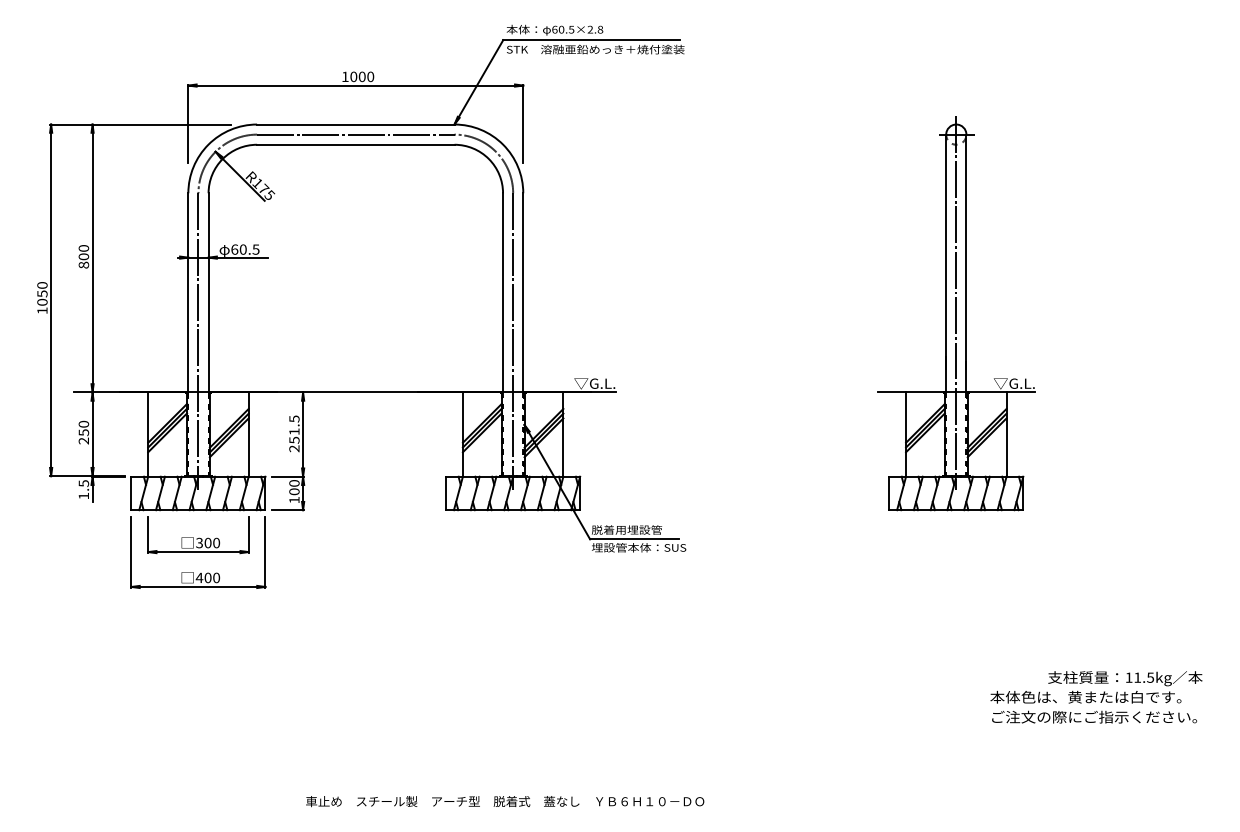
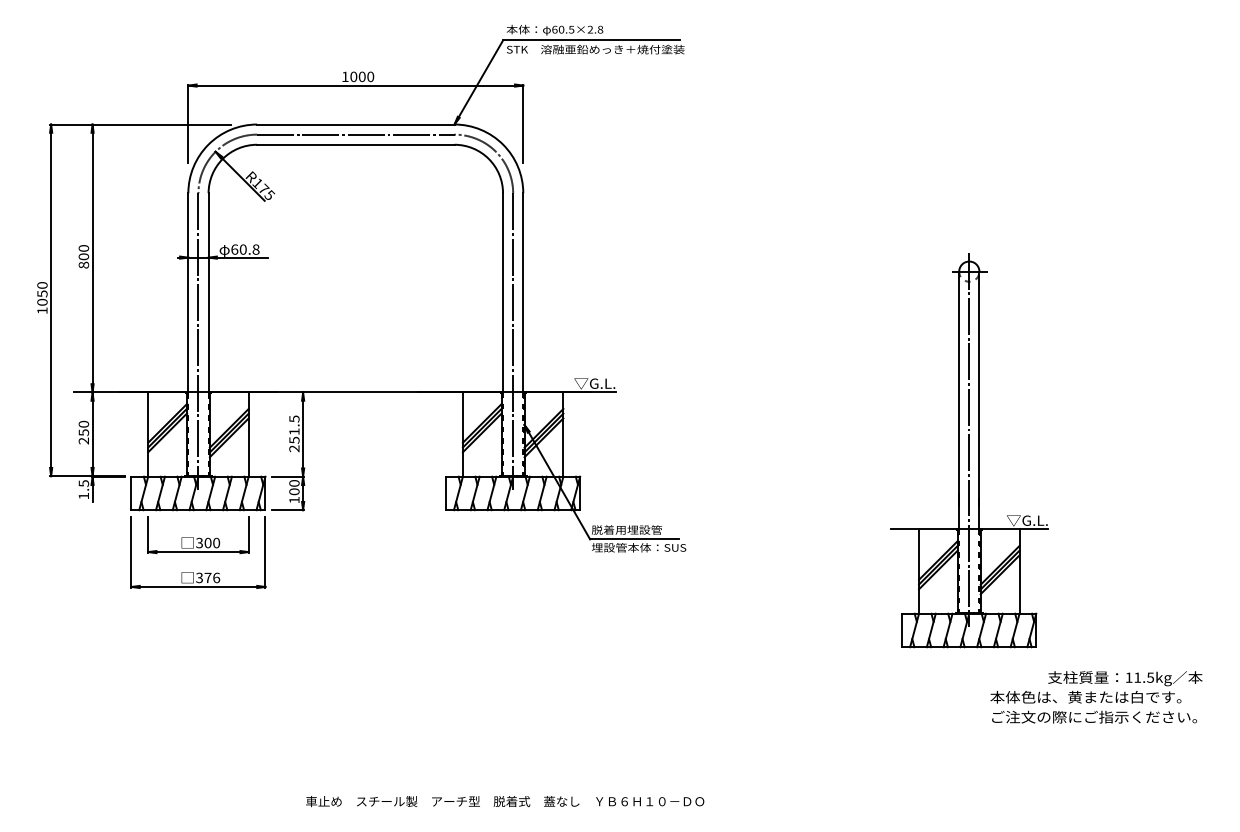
text at (255, 249): 60.5 -> 60.8
part at (956, 313) position: (956, 313) -> (969, 450)
text at (207, 577): 400 -> 376
